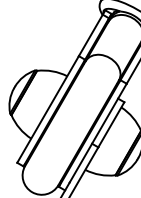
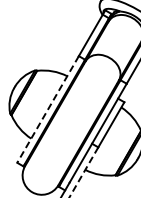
line at (48, 109): solid -> dashed
line at (83, 172): solid -> dashed
